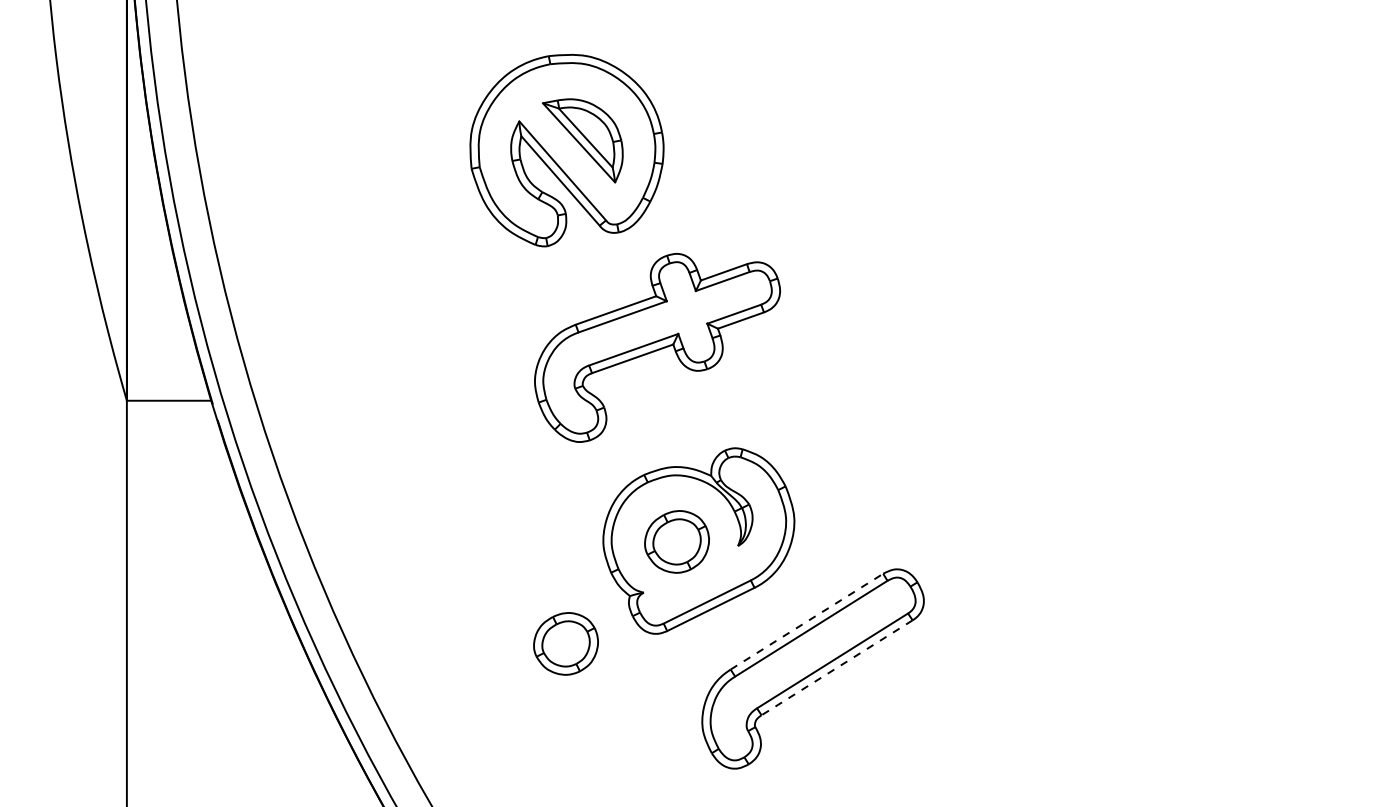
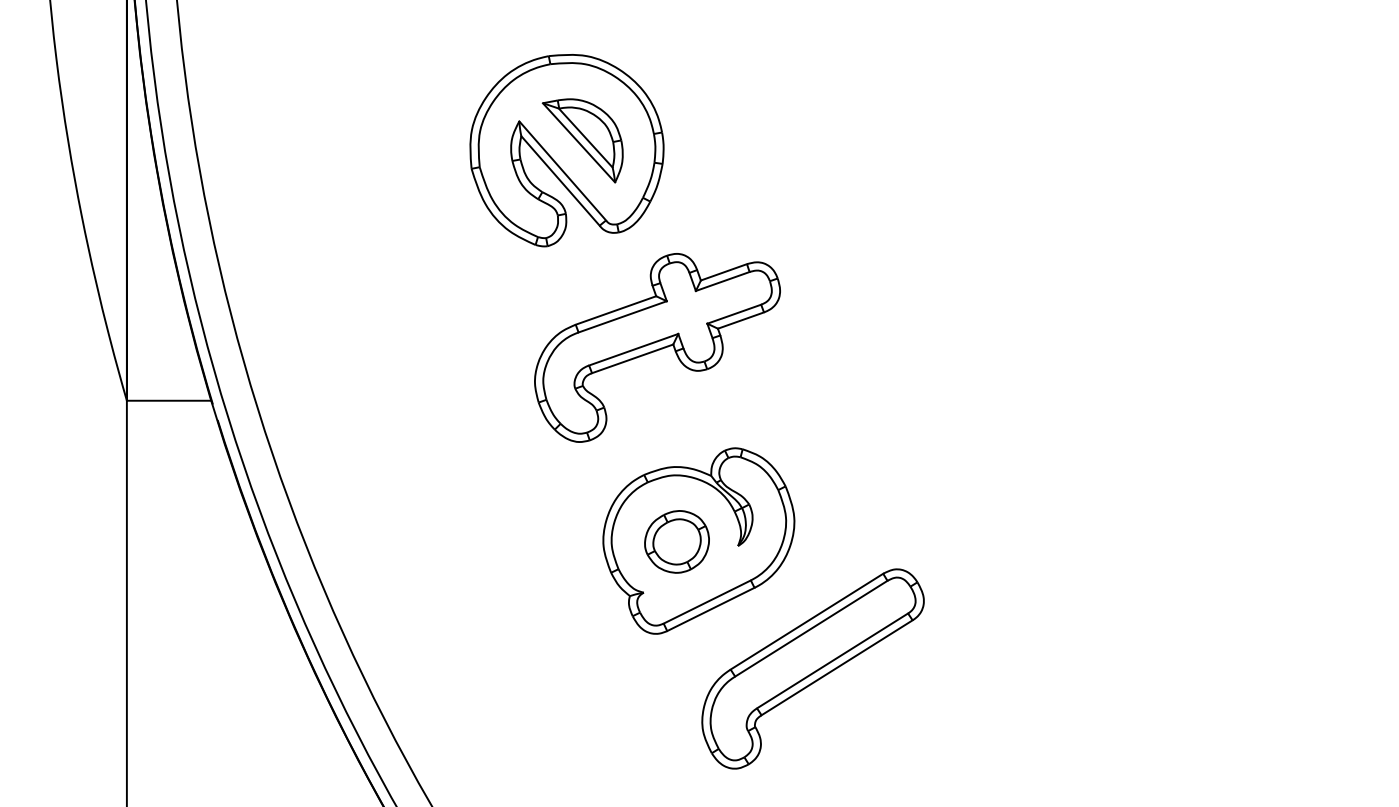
line at (807, 621): dashed -> solid
part at (565, 643): present -> none
line at (836, 668): dashed -> solid
